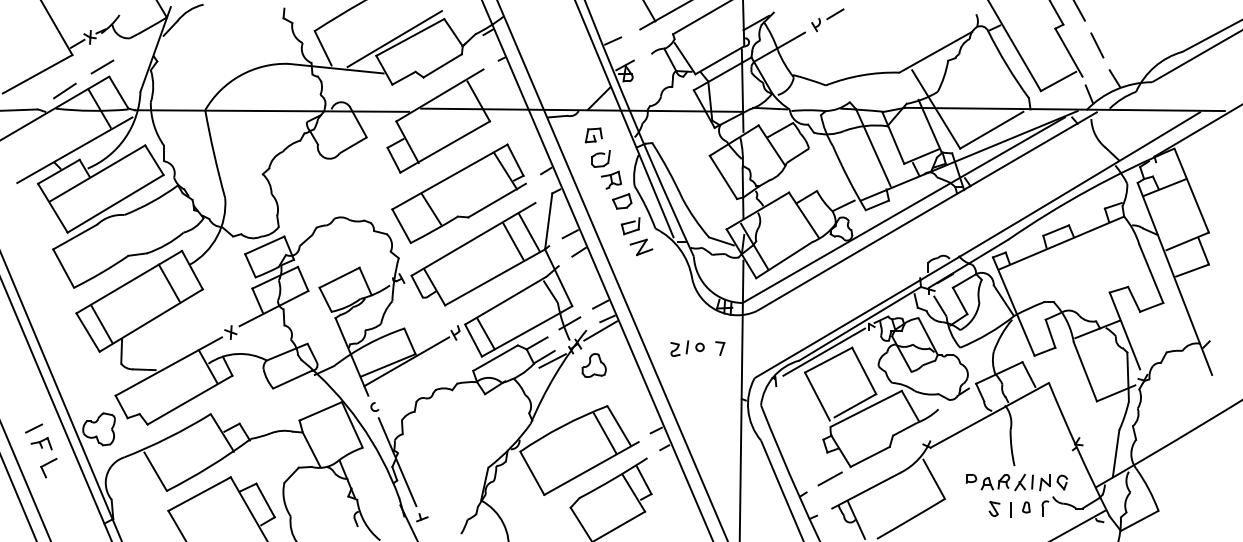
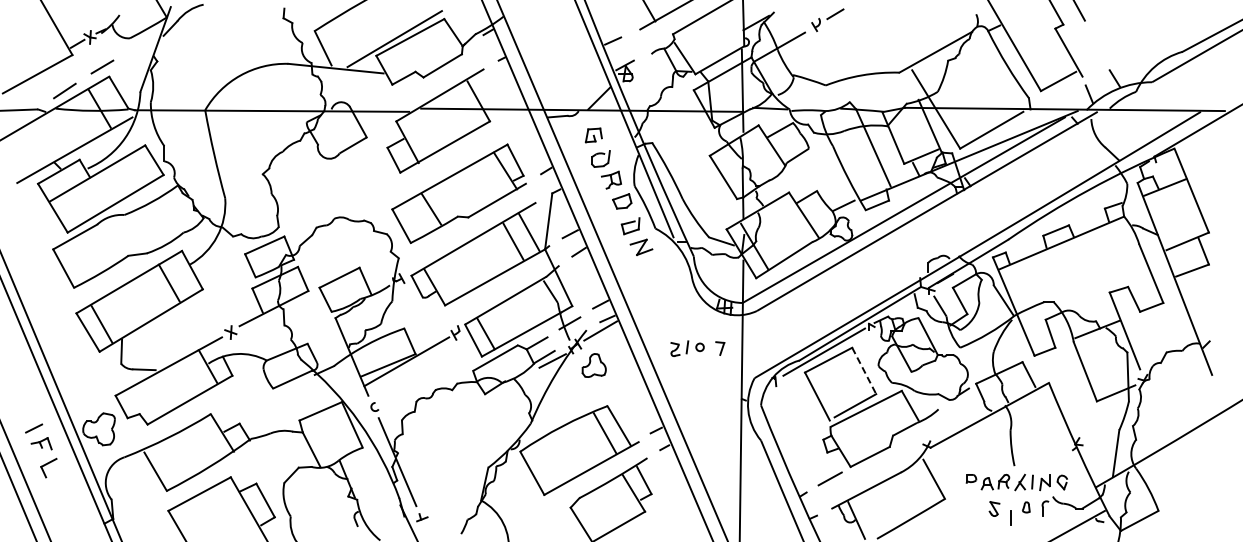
line at (1097, 45): present -> none
line at (864, 371): solid -> dashed
line at (1010, 509) position: (1010, 509) -> (1010, 517)
